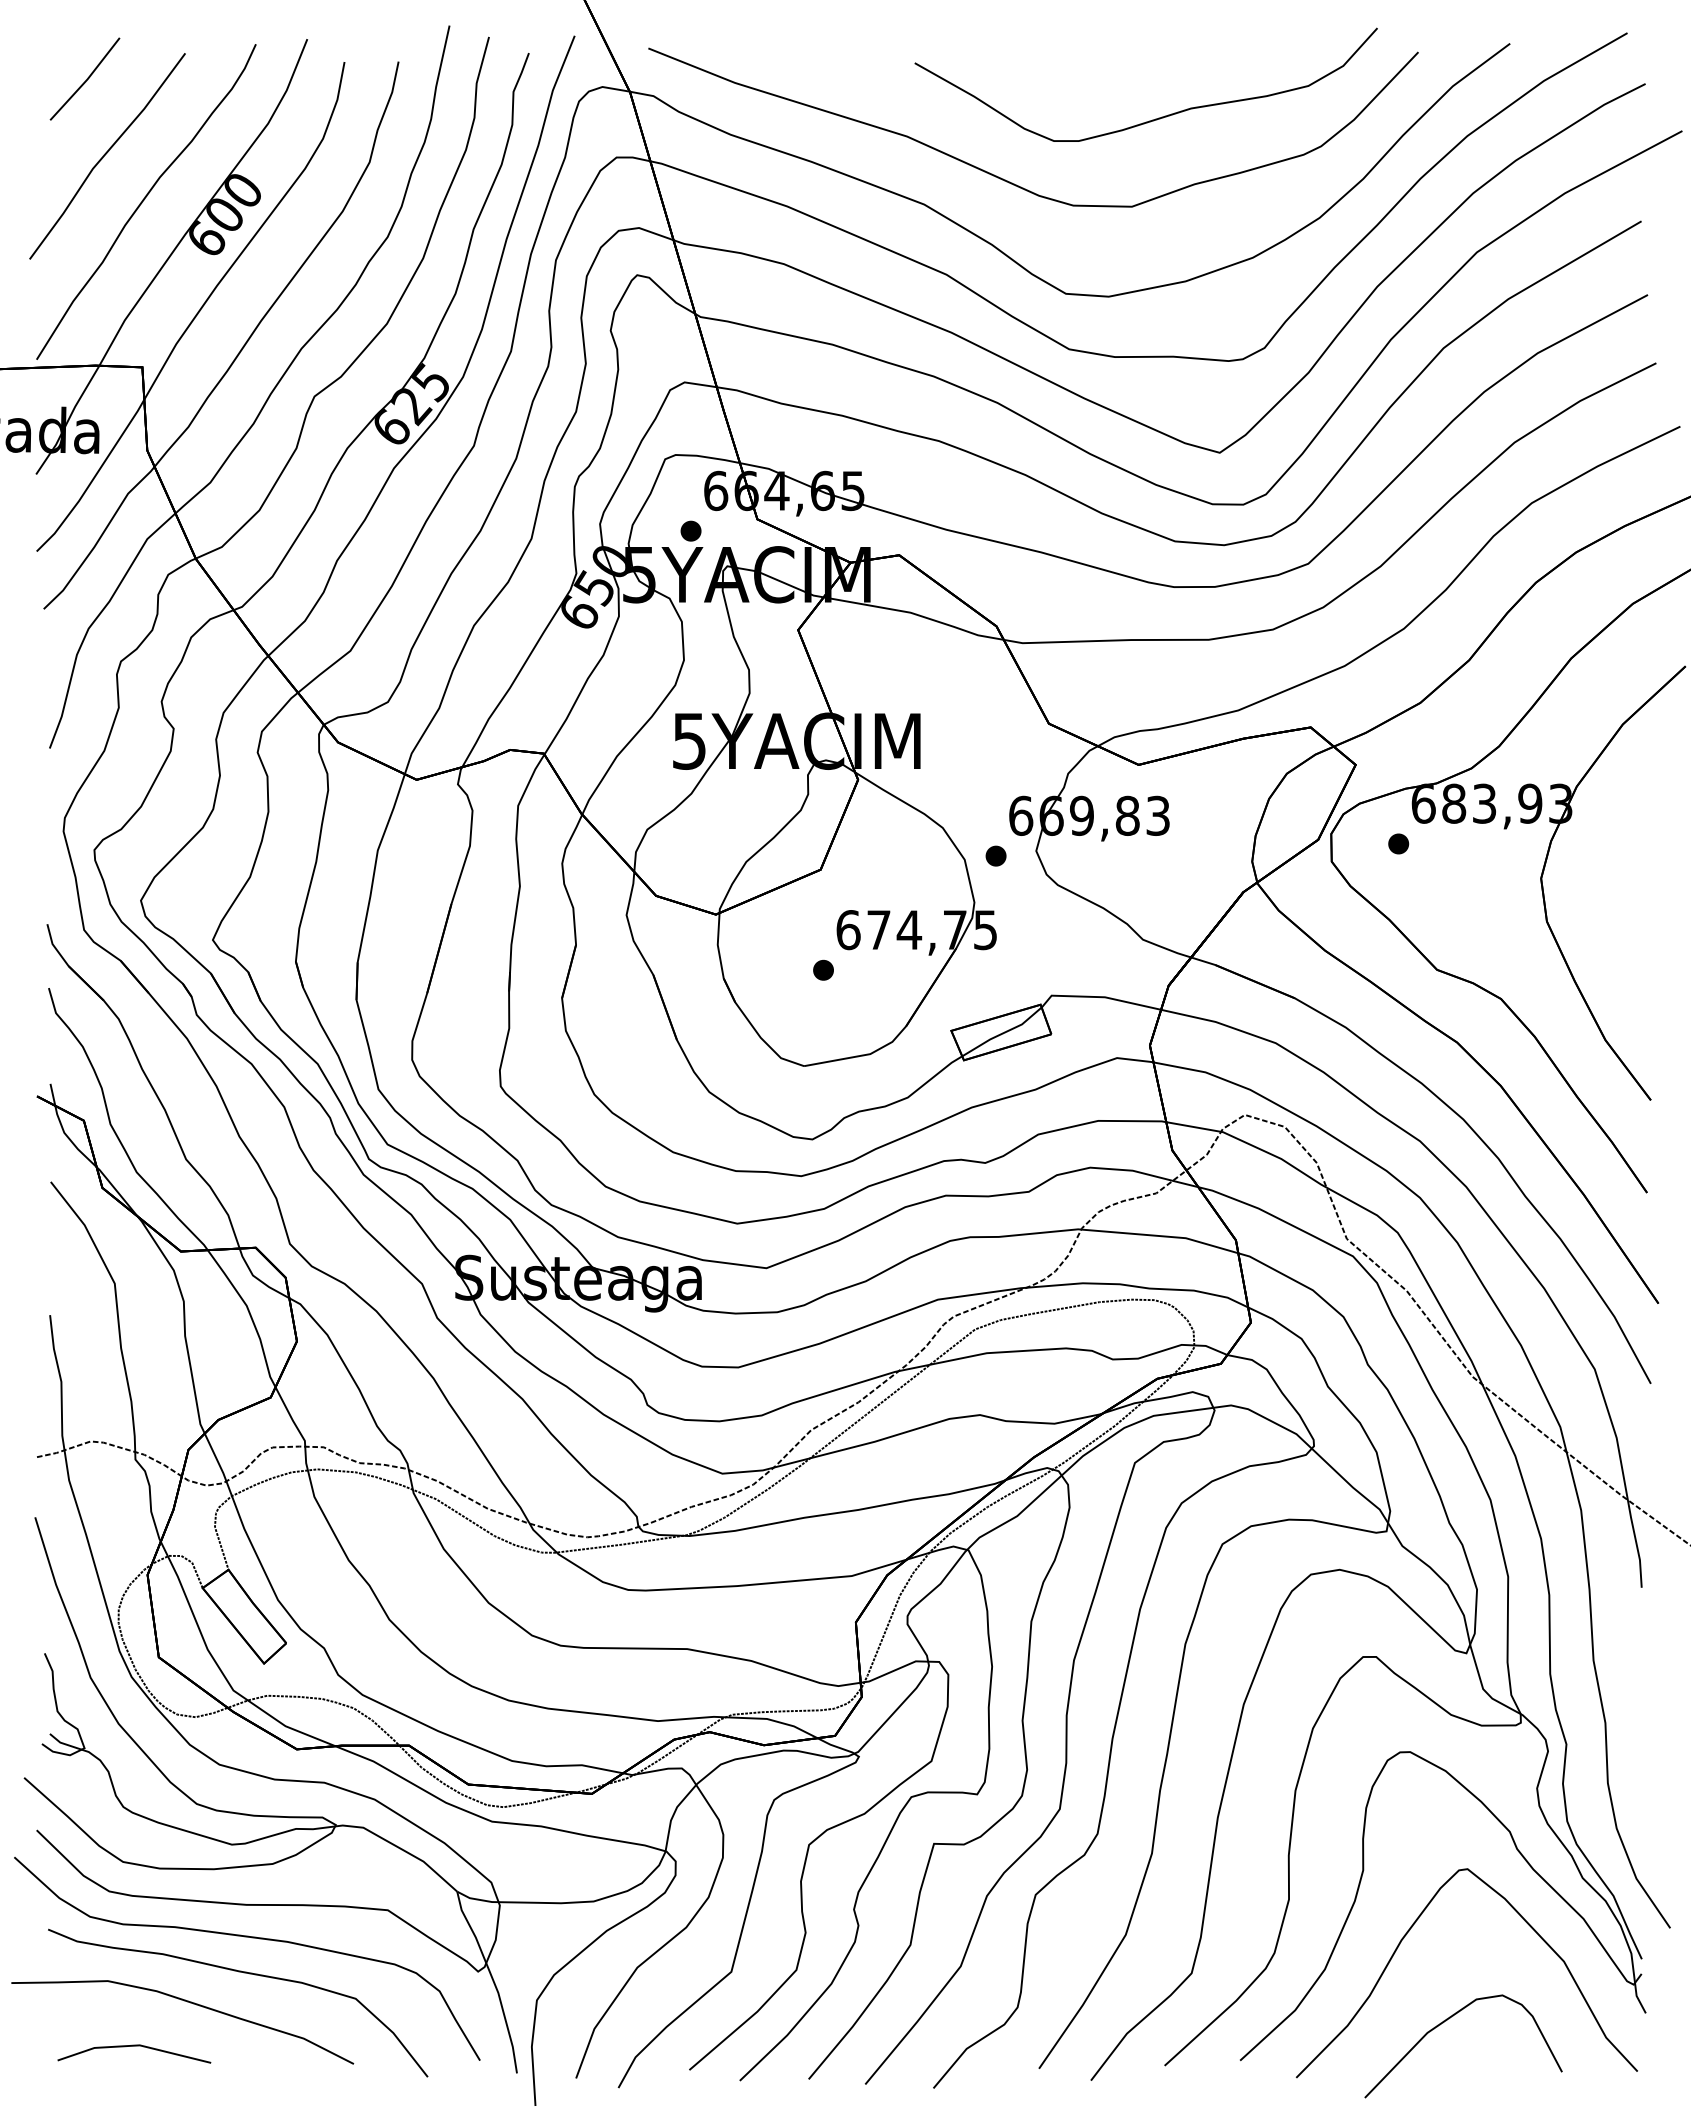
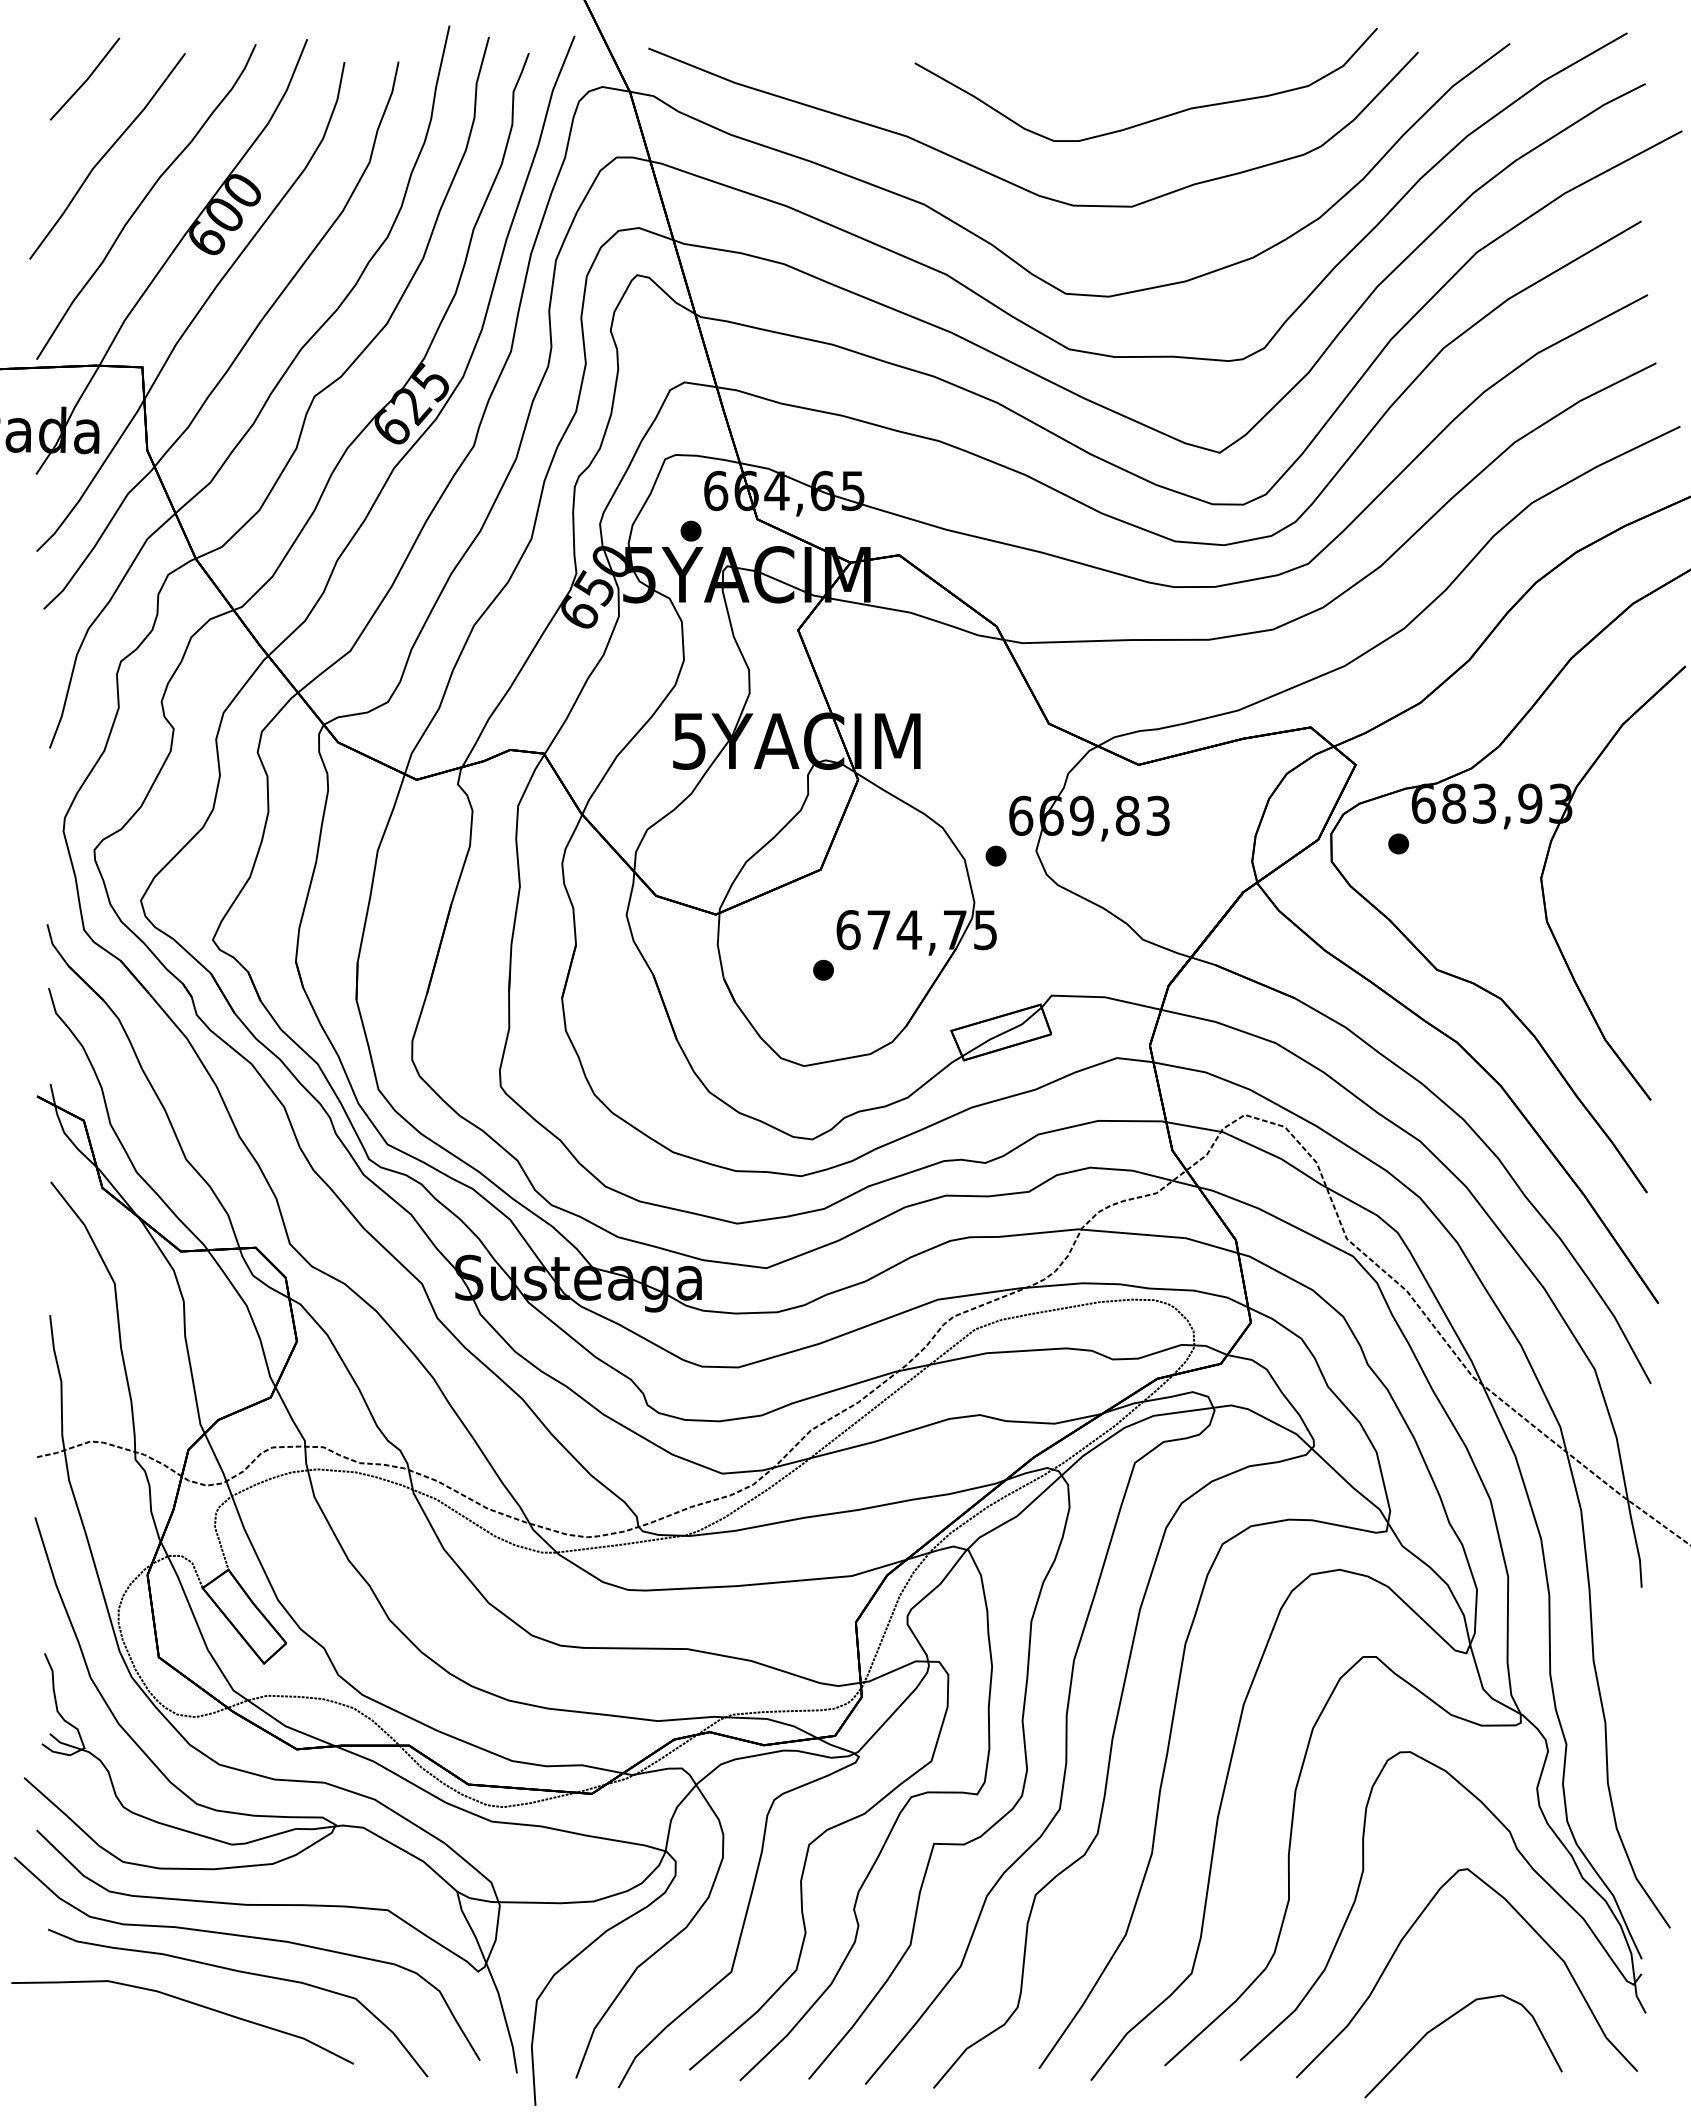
line at (134, 2046): present -> none
